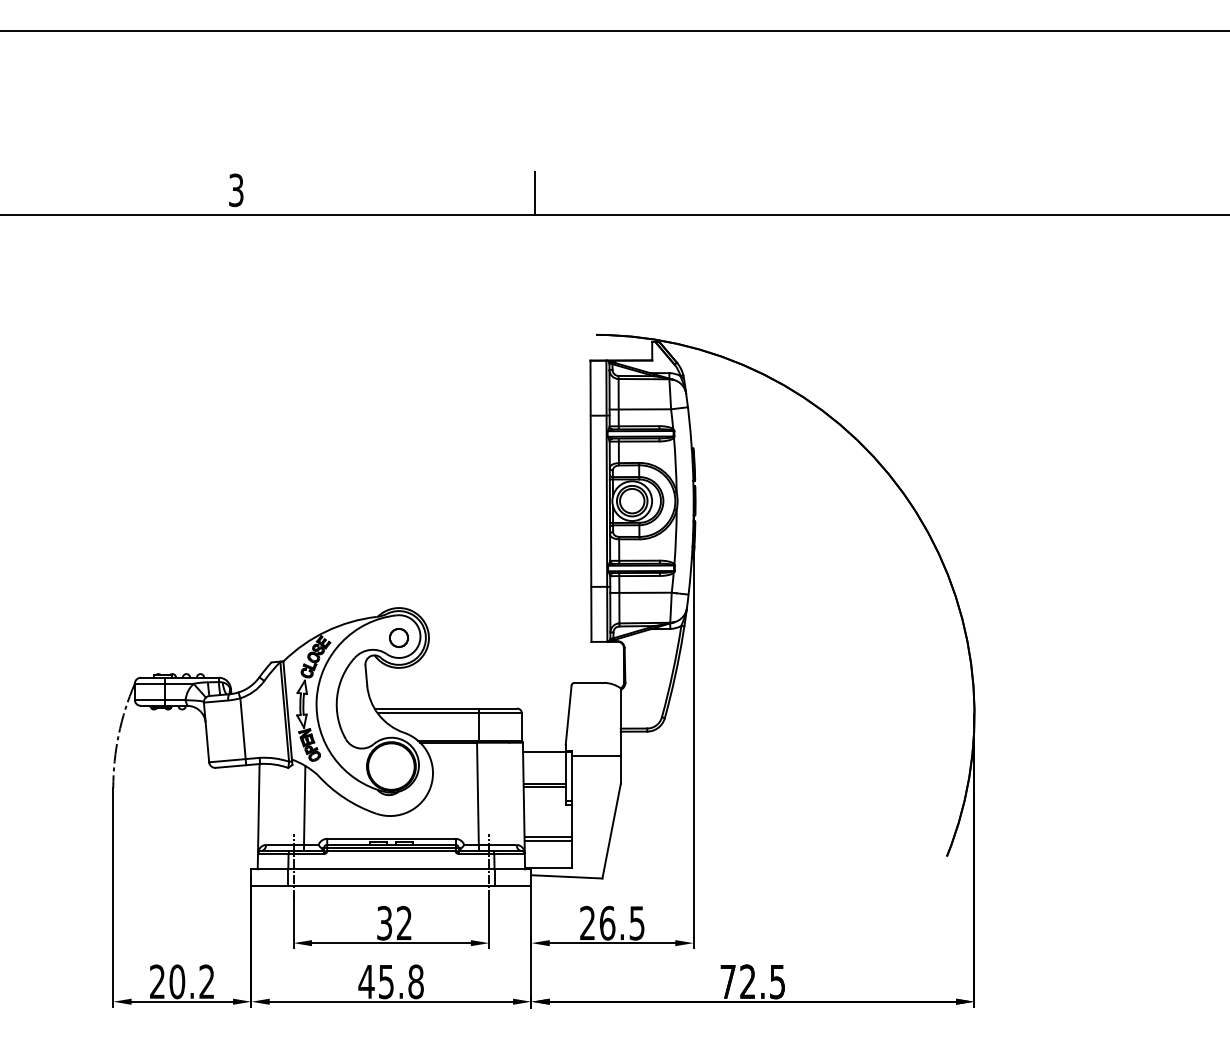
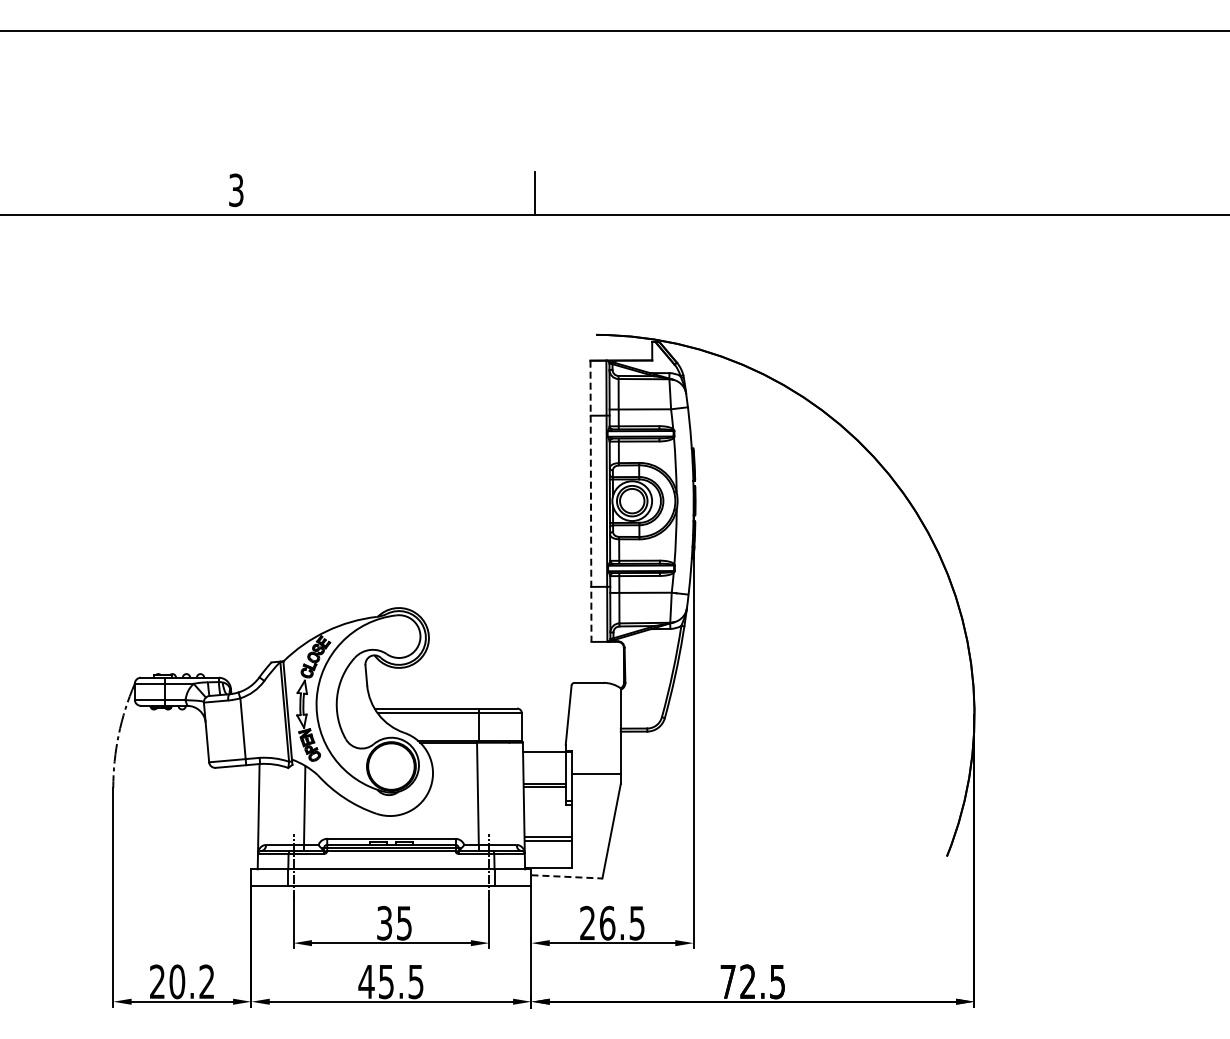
line at (590, 501): solid -> dashed
circle at (398, 637): present -> none
line at (595, 756) position: (595, 756) -> (595, 774)
line at (566, 876): solid -> dashed
text at (404, 922): 32 -> 35
text at (415, 981): 45.8 -> 45.5
